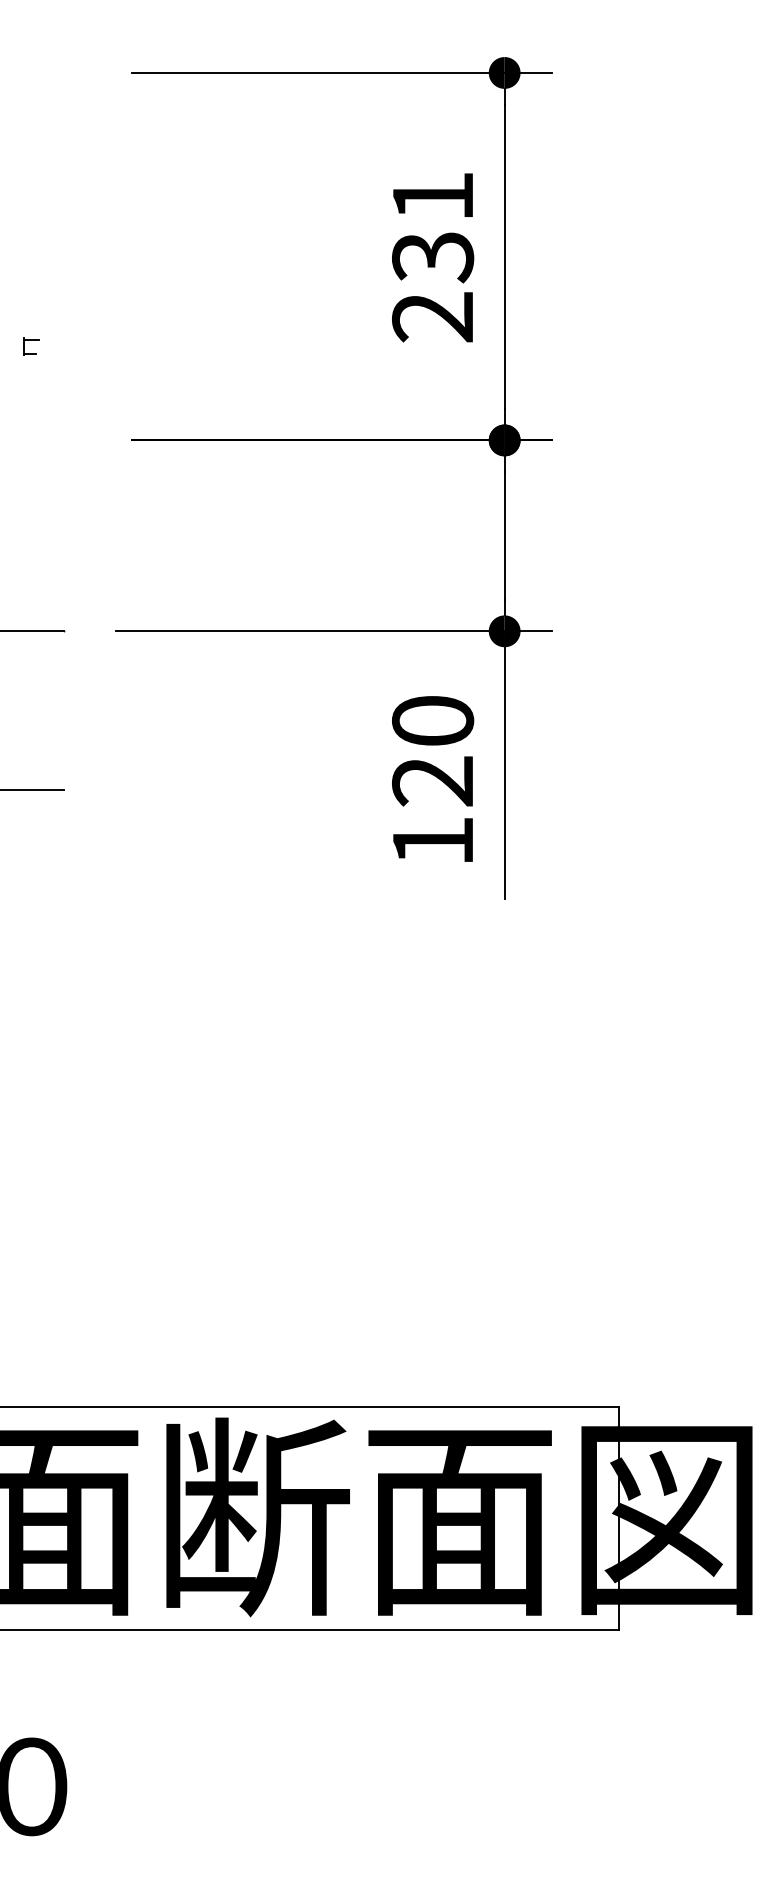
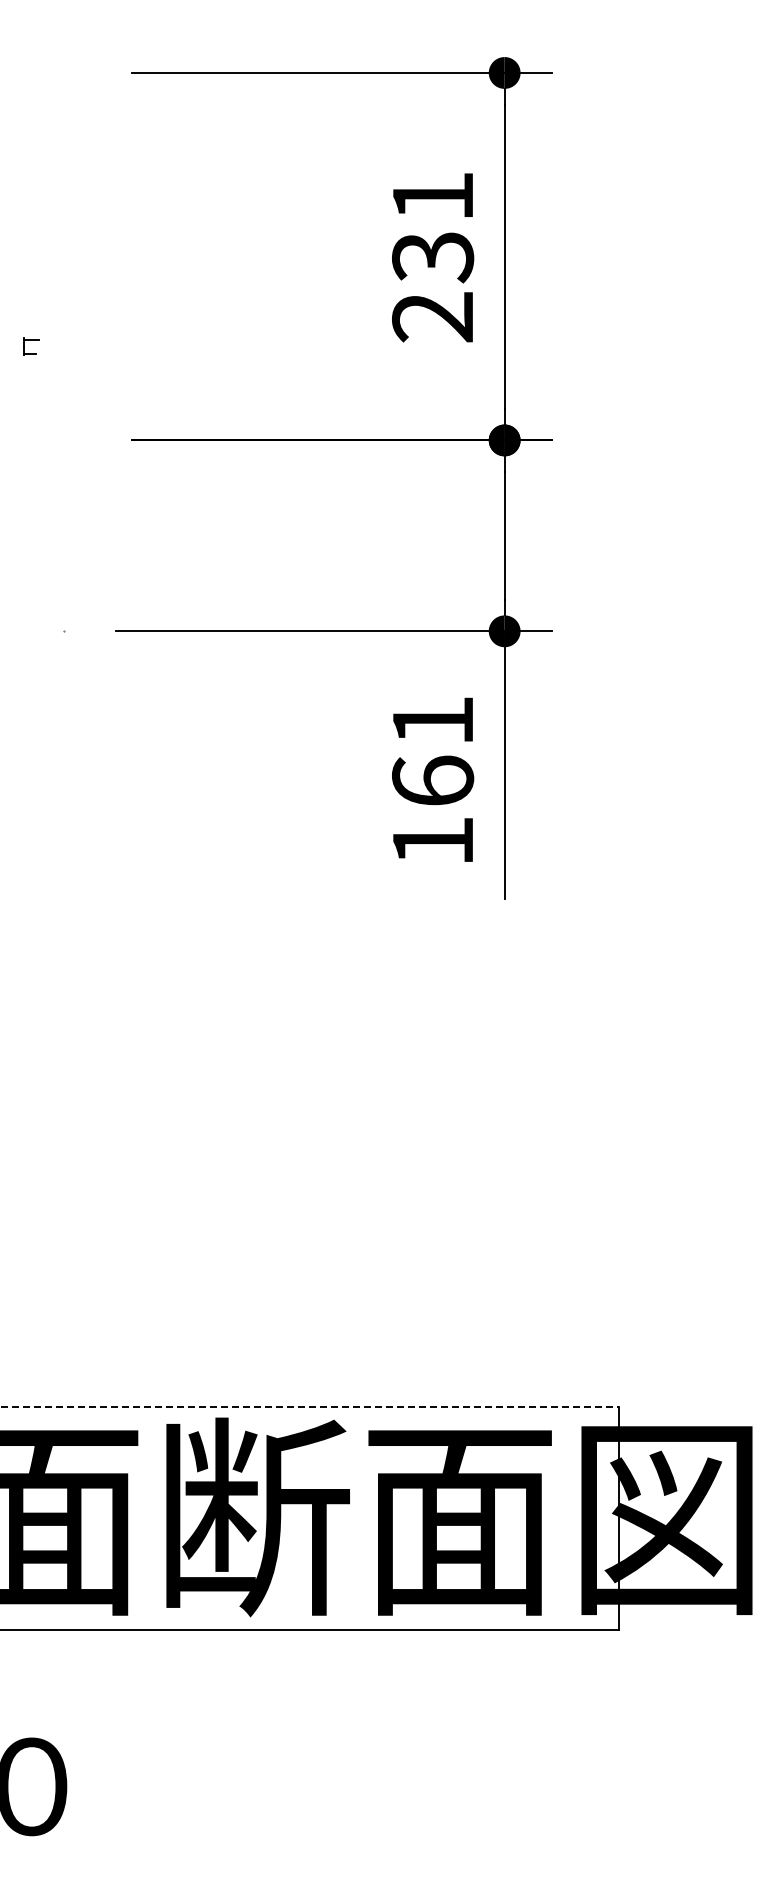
line at (33, 631): present -> none
text at (433, 751): 120 -> 161
line at (33, 790): present -> none
line at (309, 1407): solid -> dashed
